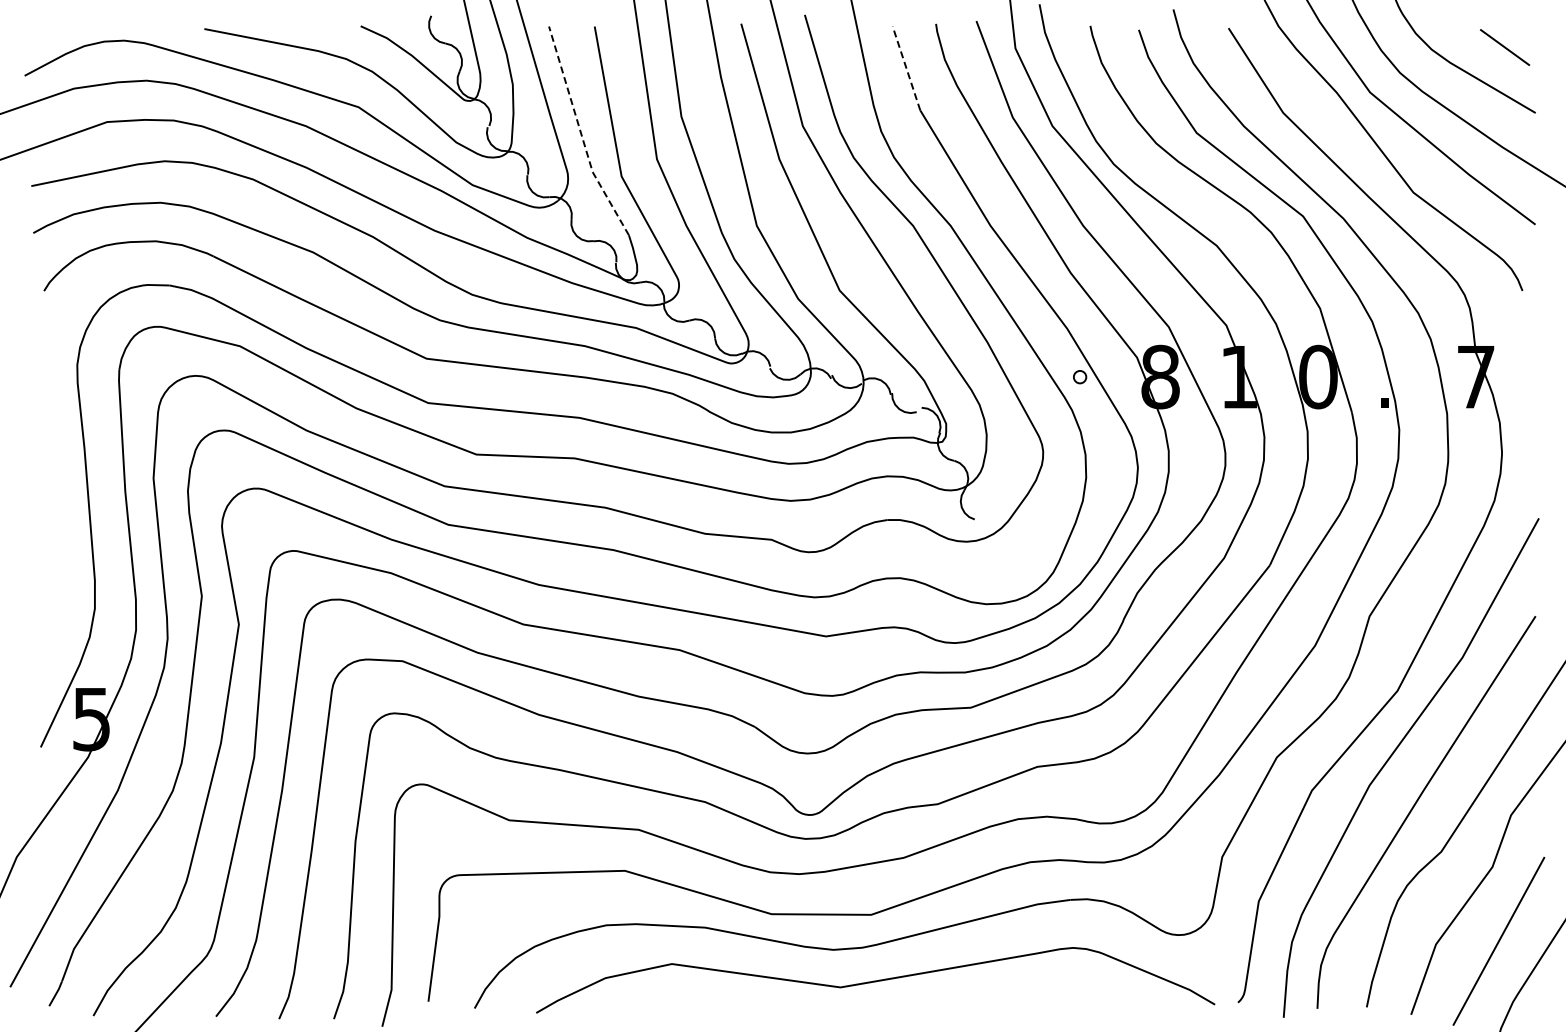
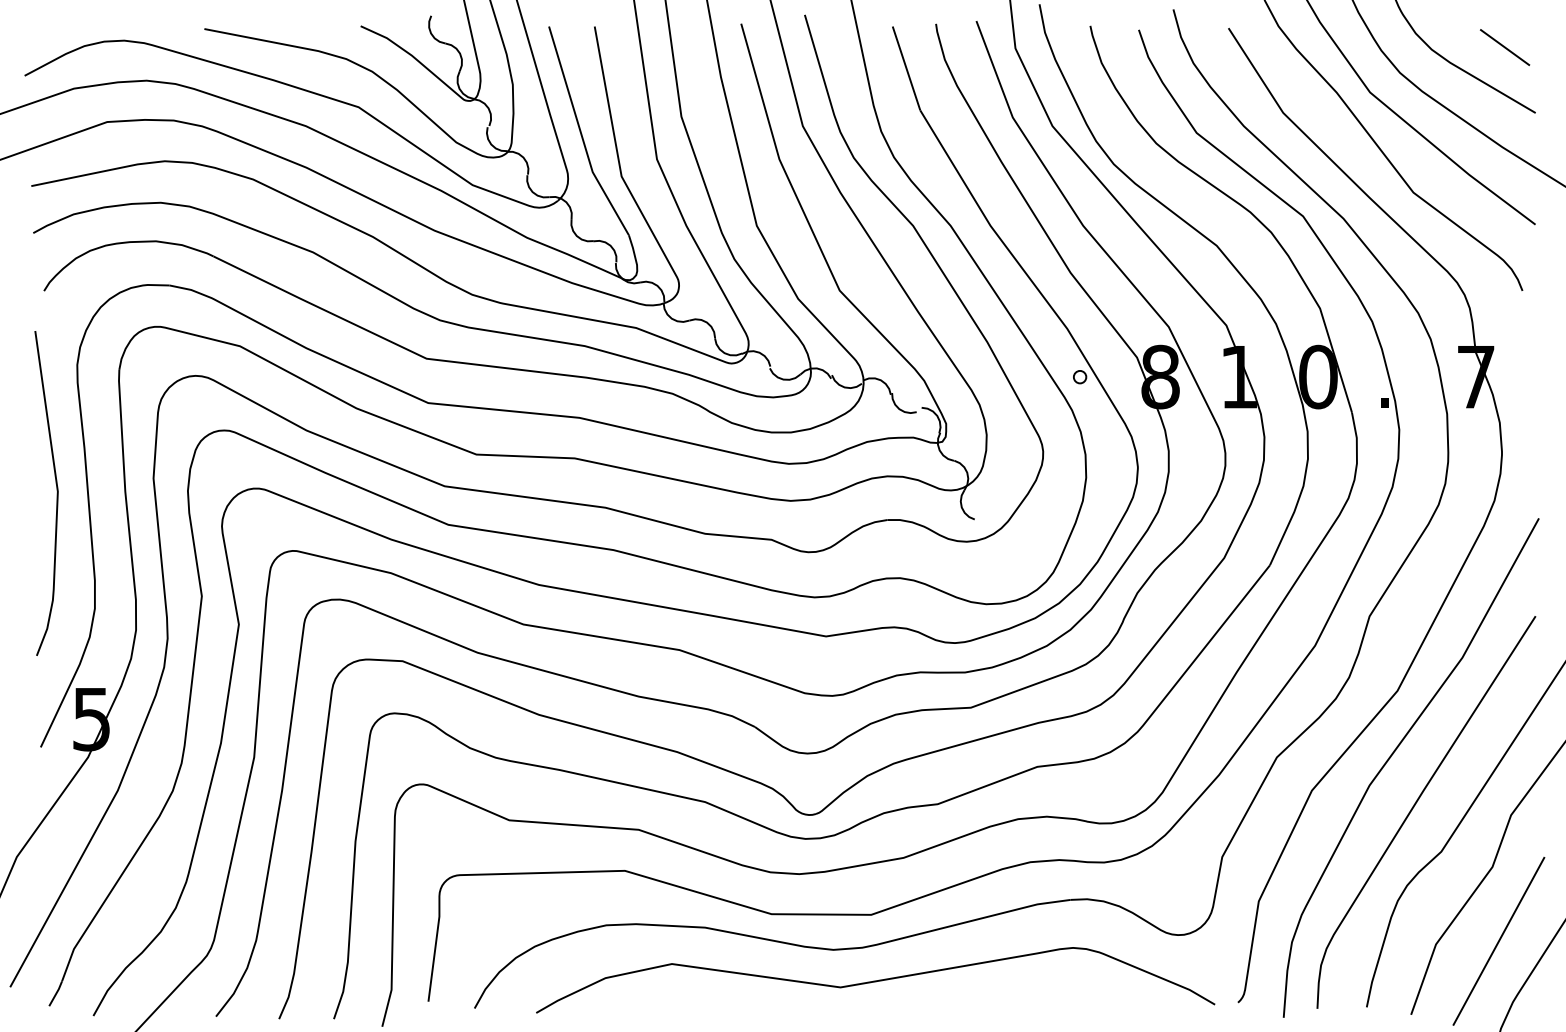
line at (906, 68): dashed -> solid
line at (581, 134): dashed -> solid
curve at (56, 493): none -> present
